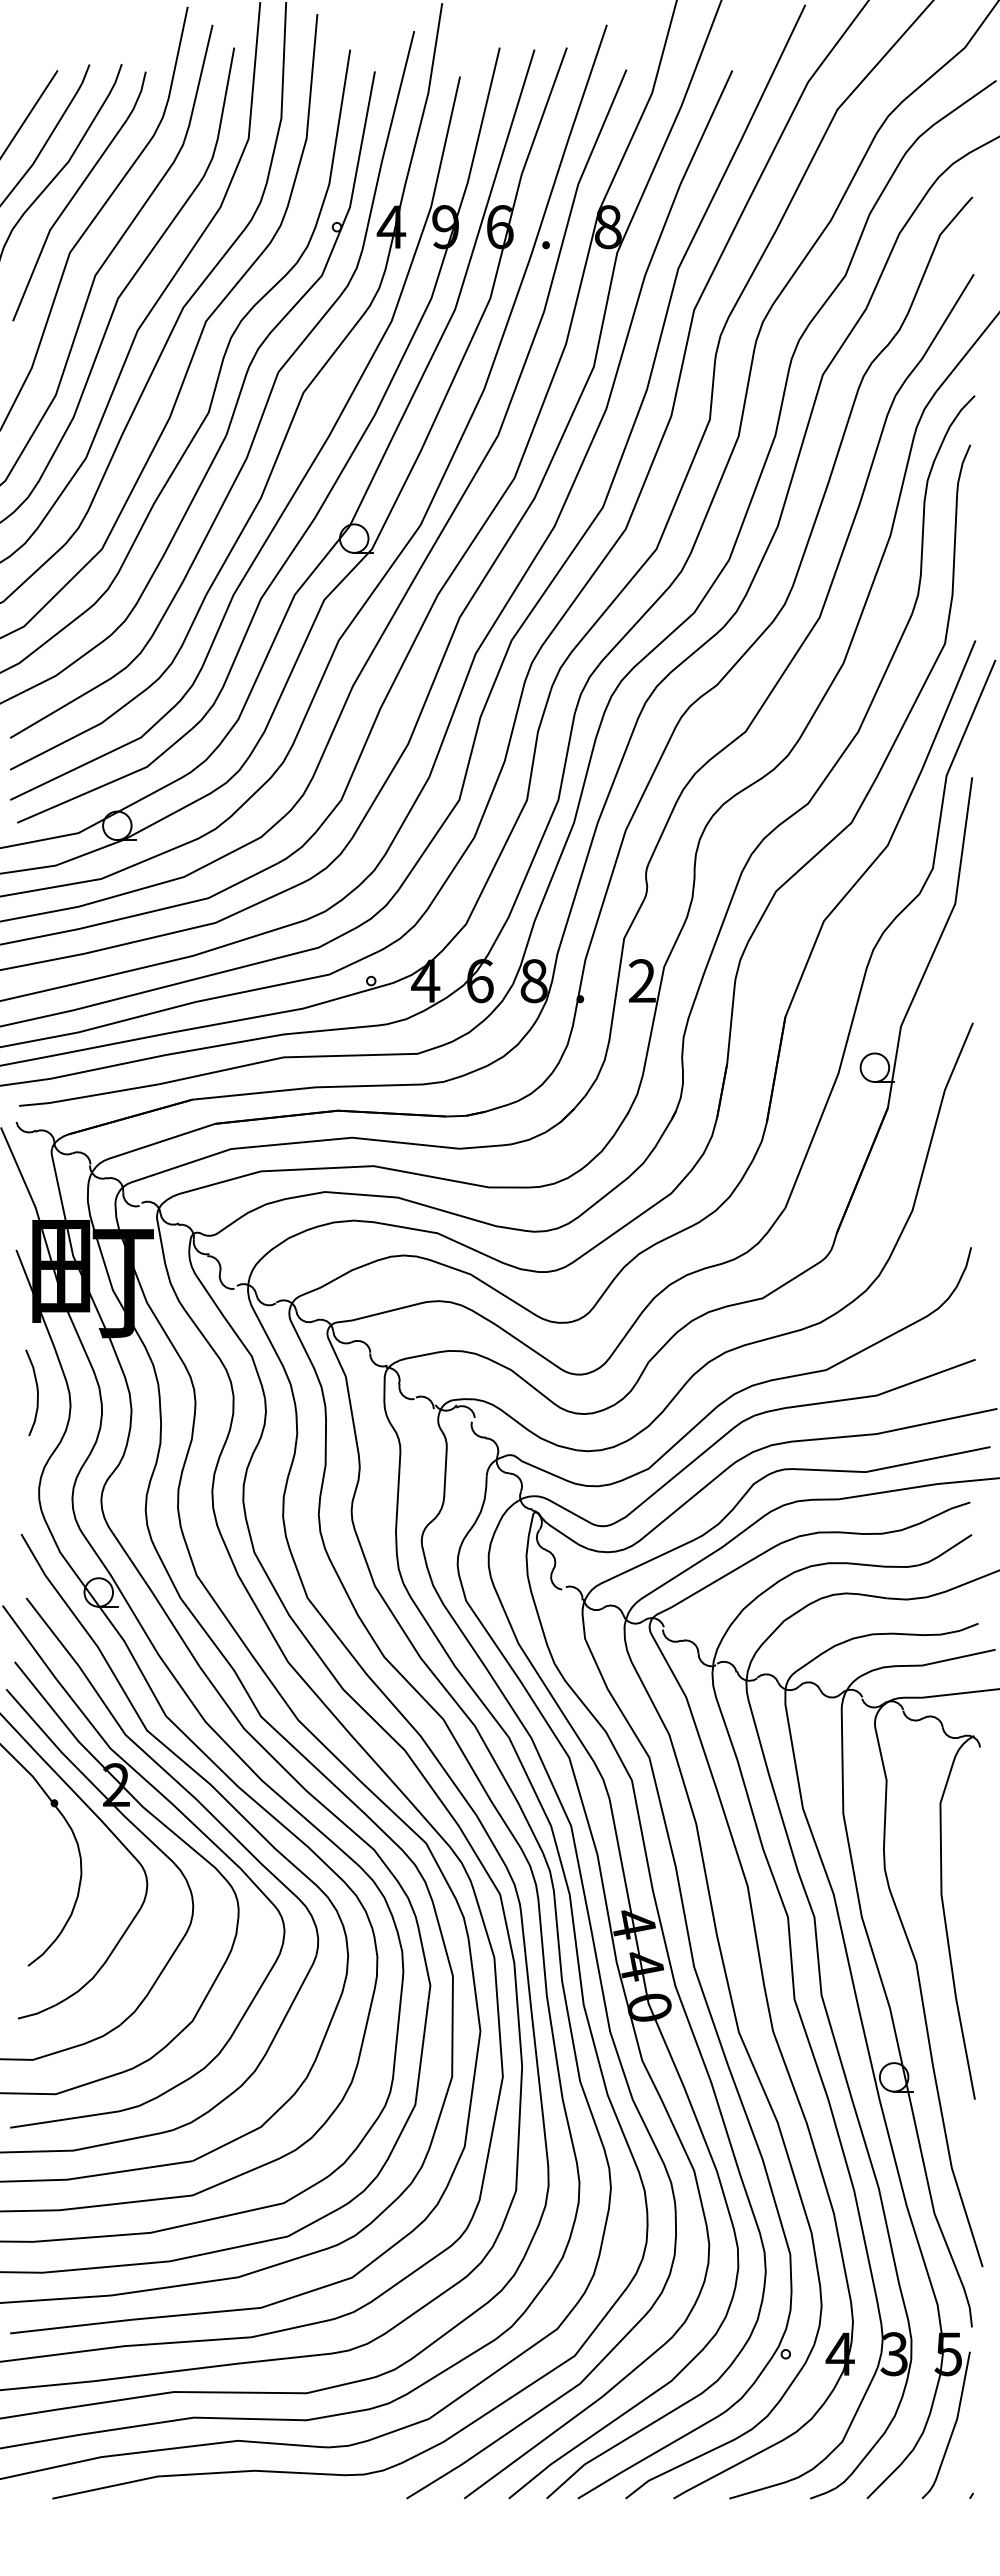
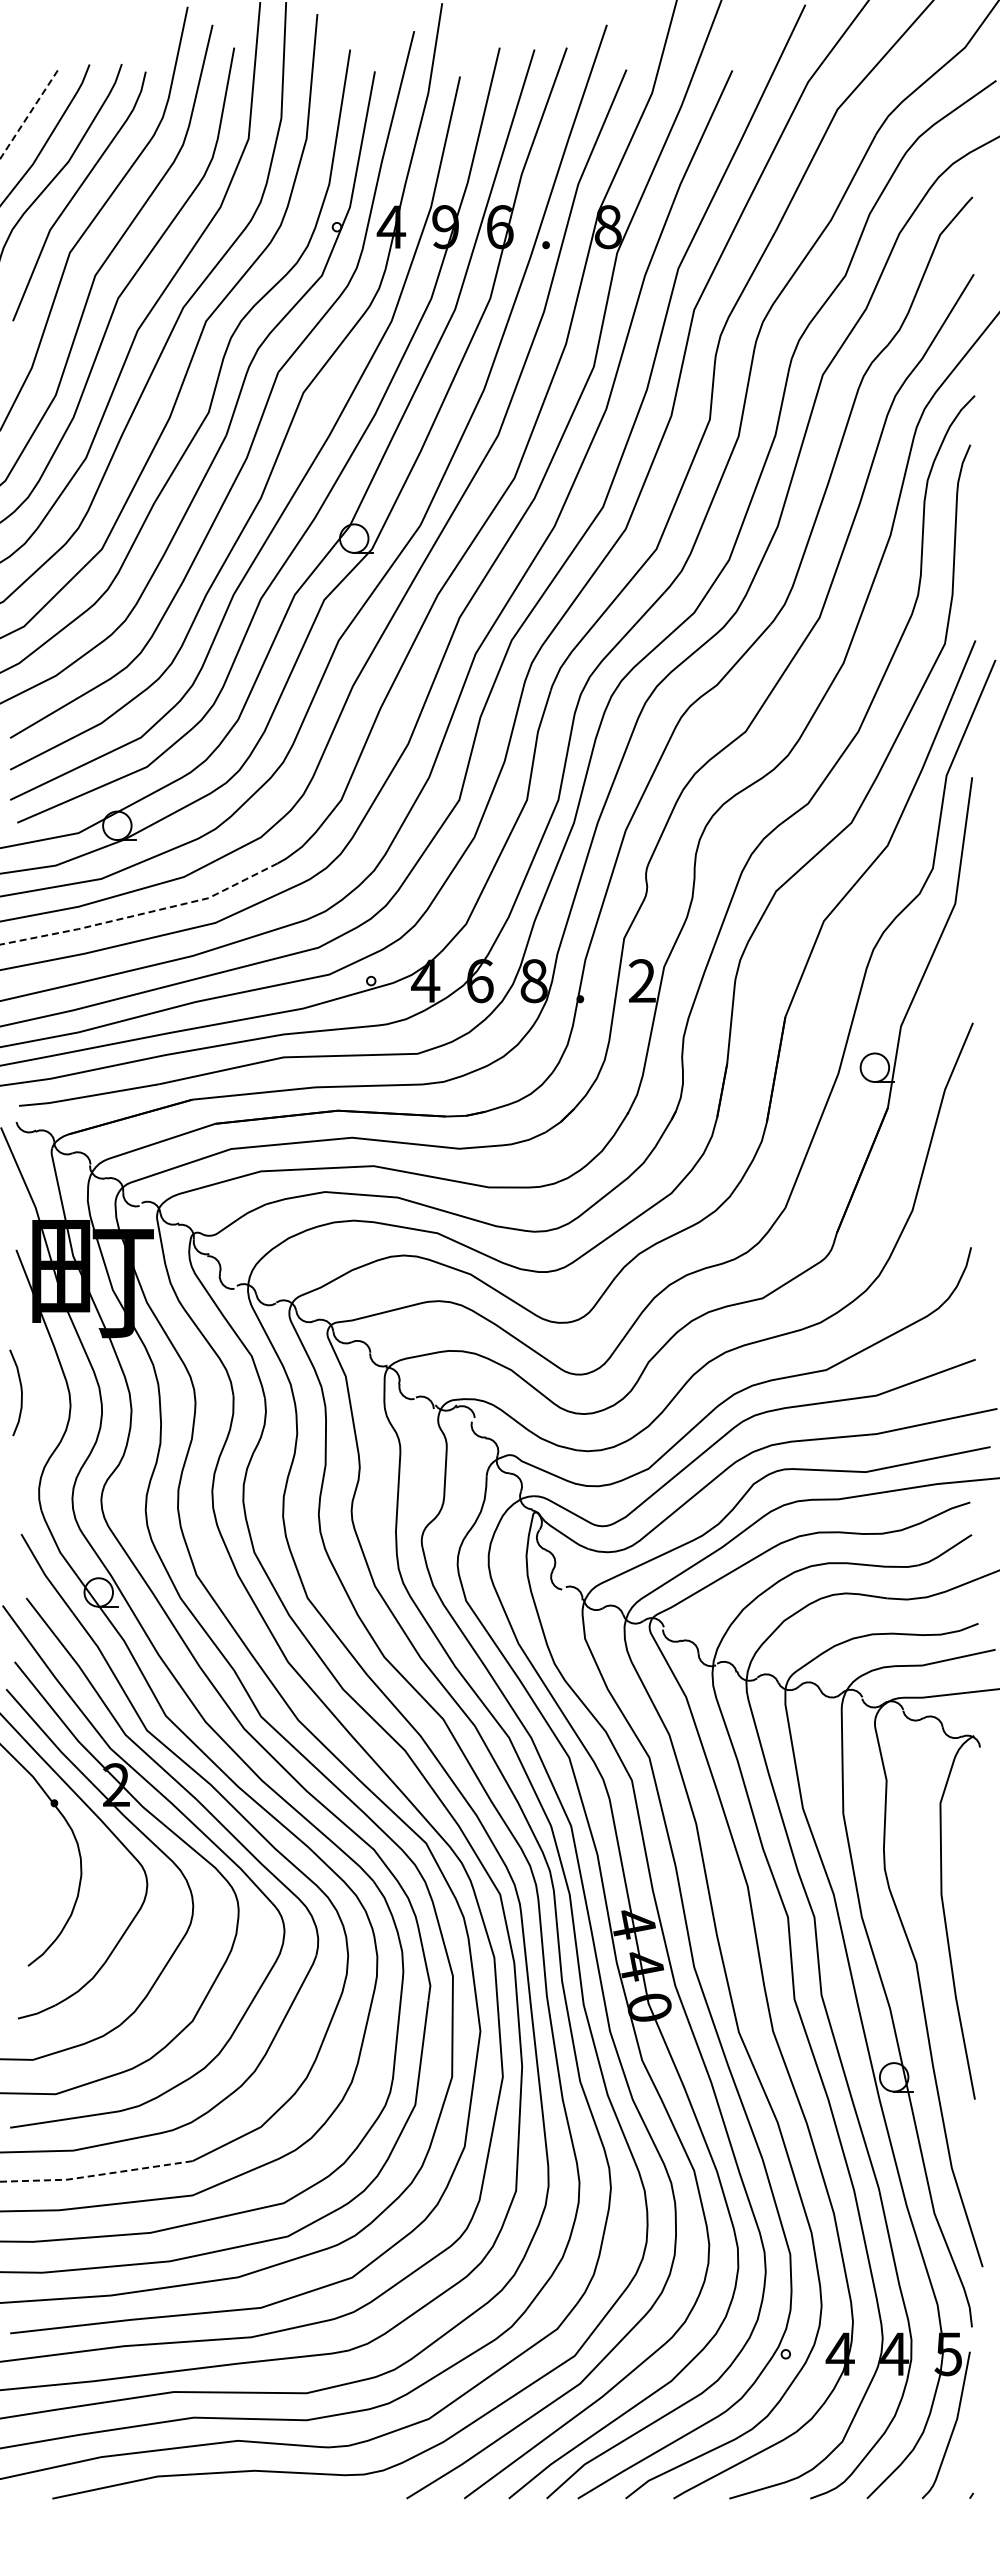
line at (28, 114): solid -> dashed
line at (142, 913): solid -> dashed
curve at (36, 1390) position: (36, 1390) -> (20, 1390)
line at (95, 2175): solid -> dashed
text at (894, 2354): 3 -> 4
